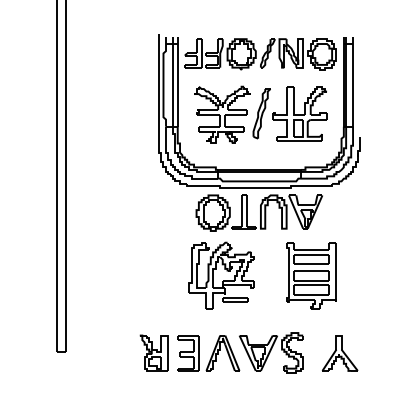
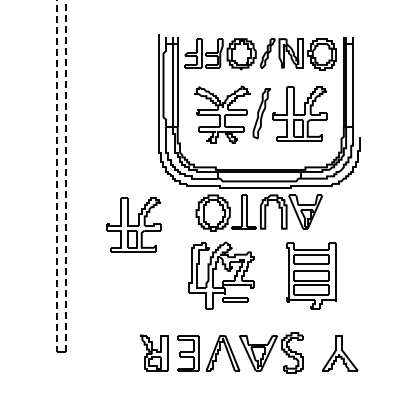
line at (56, 175): solid -> dashed
line at (66, 175): solid -> dashed
part at (133, 224): none -> present
